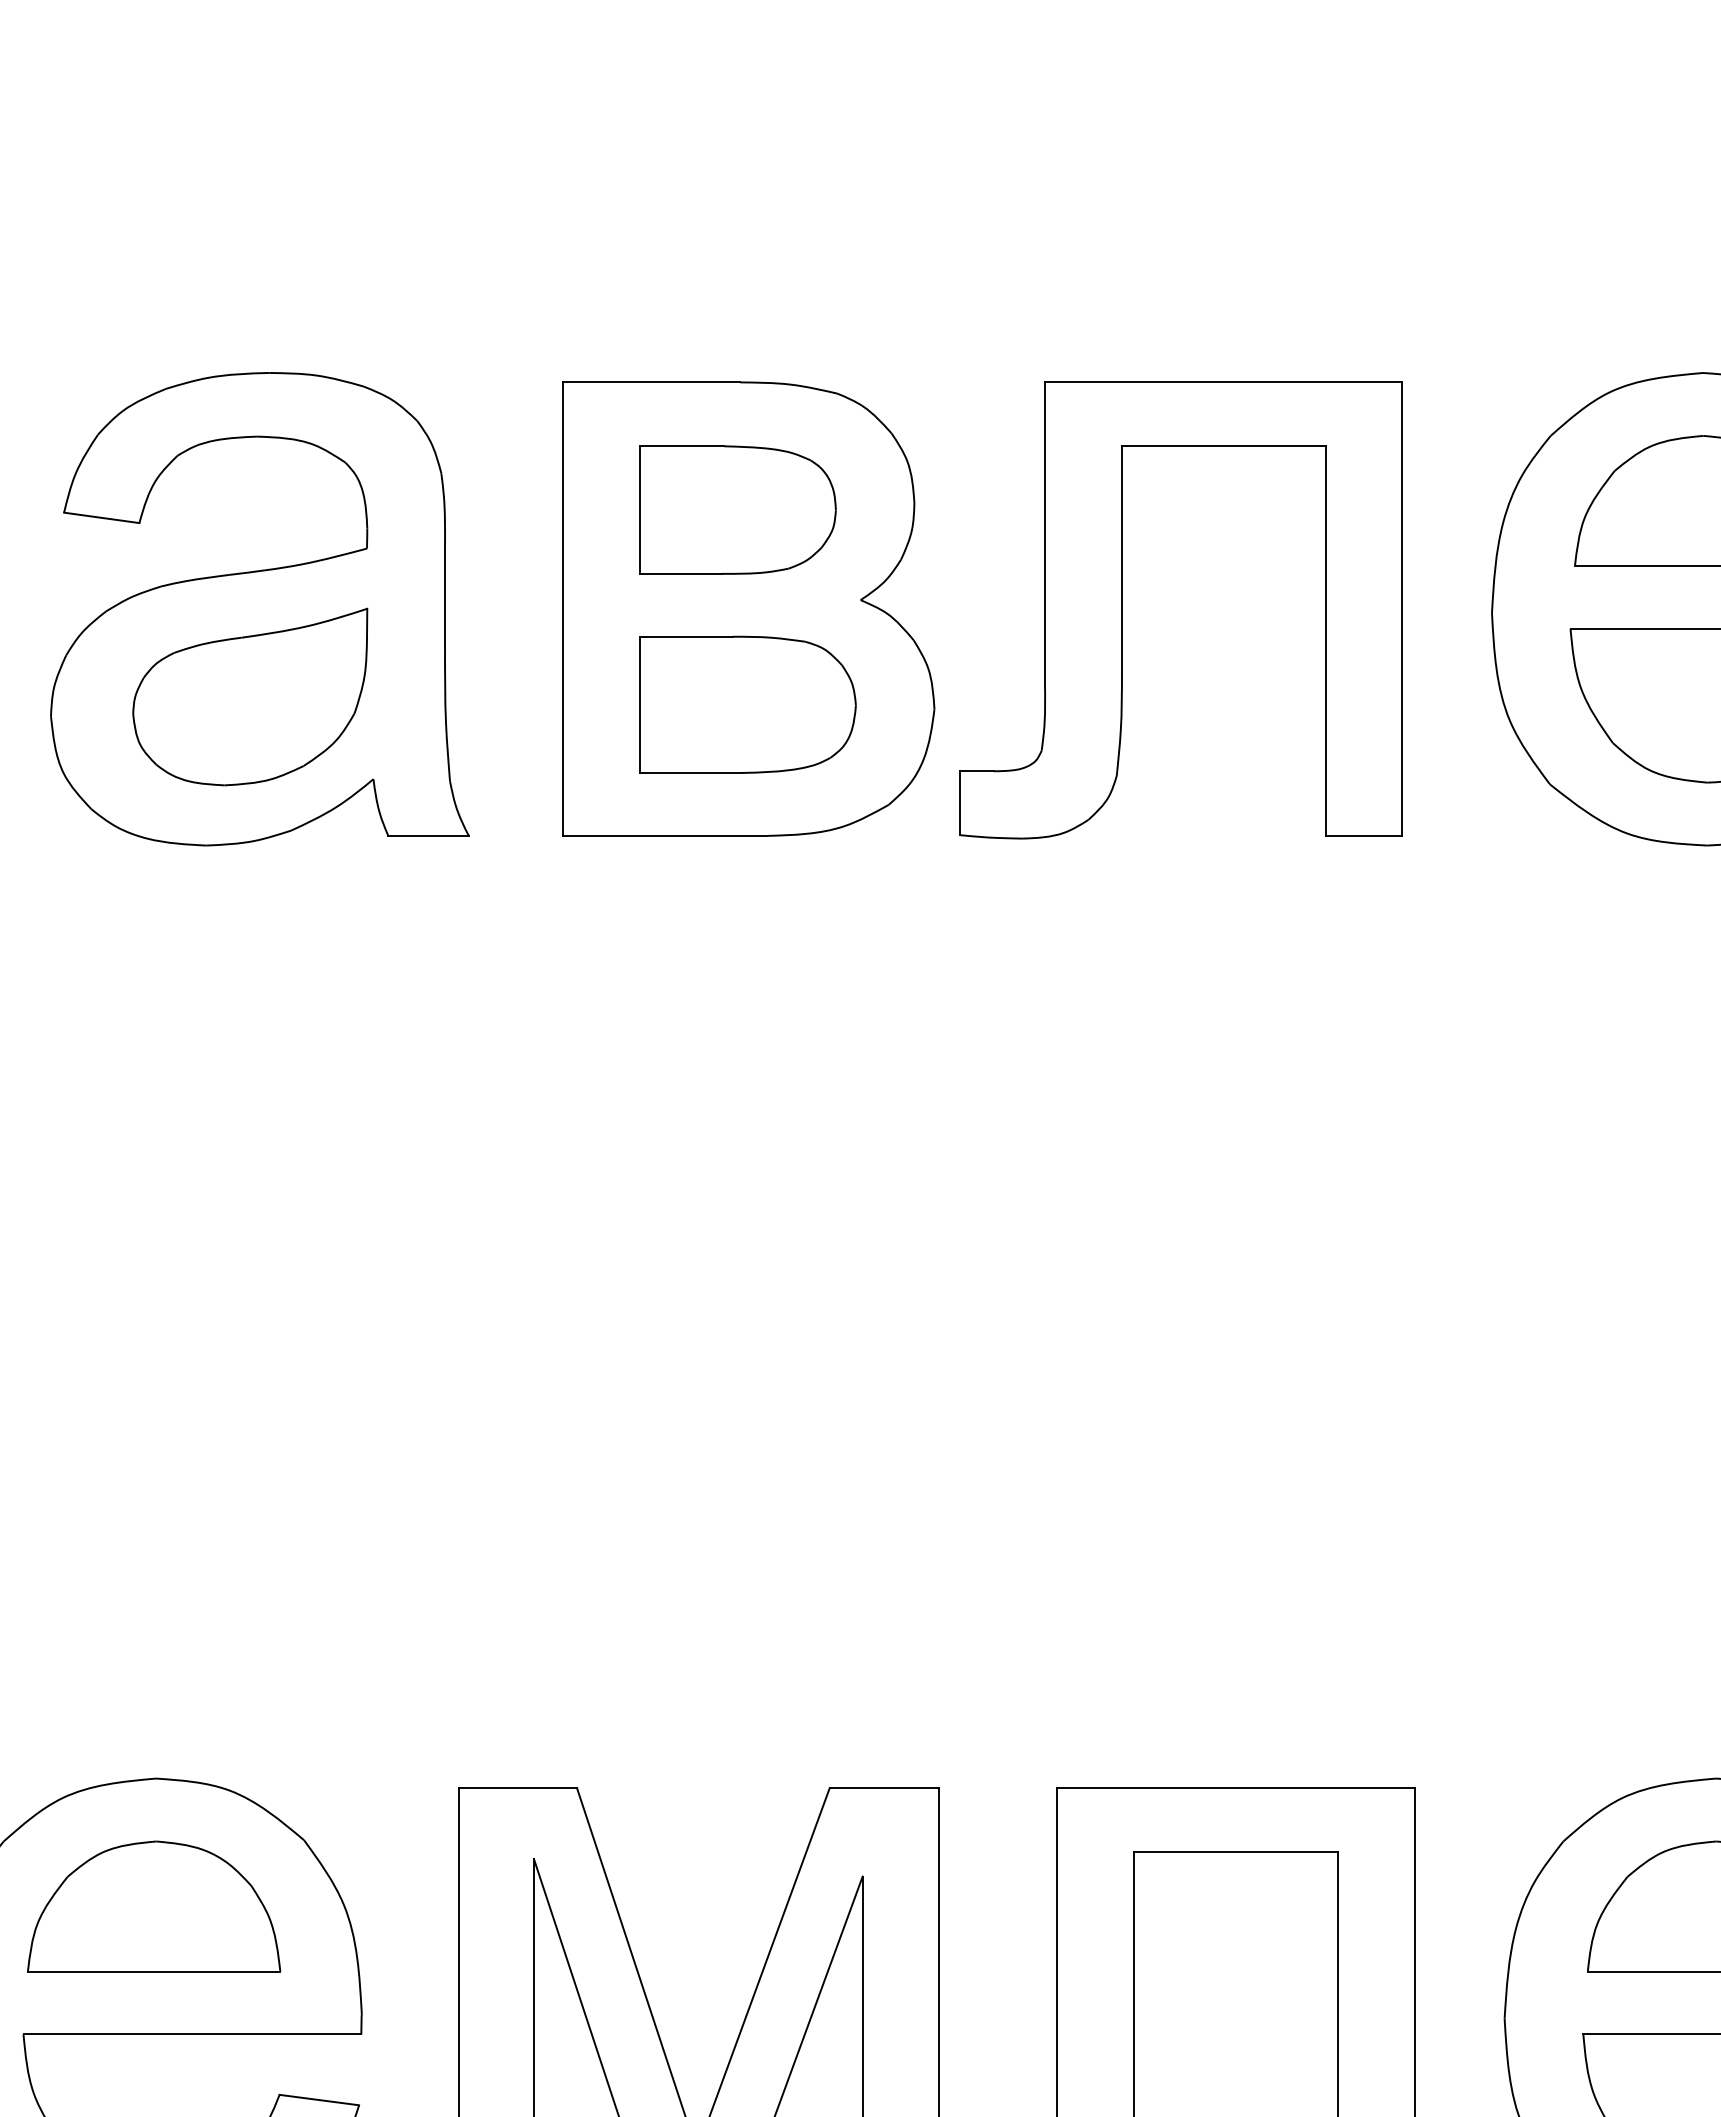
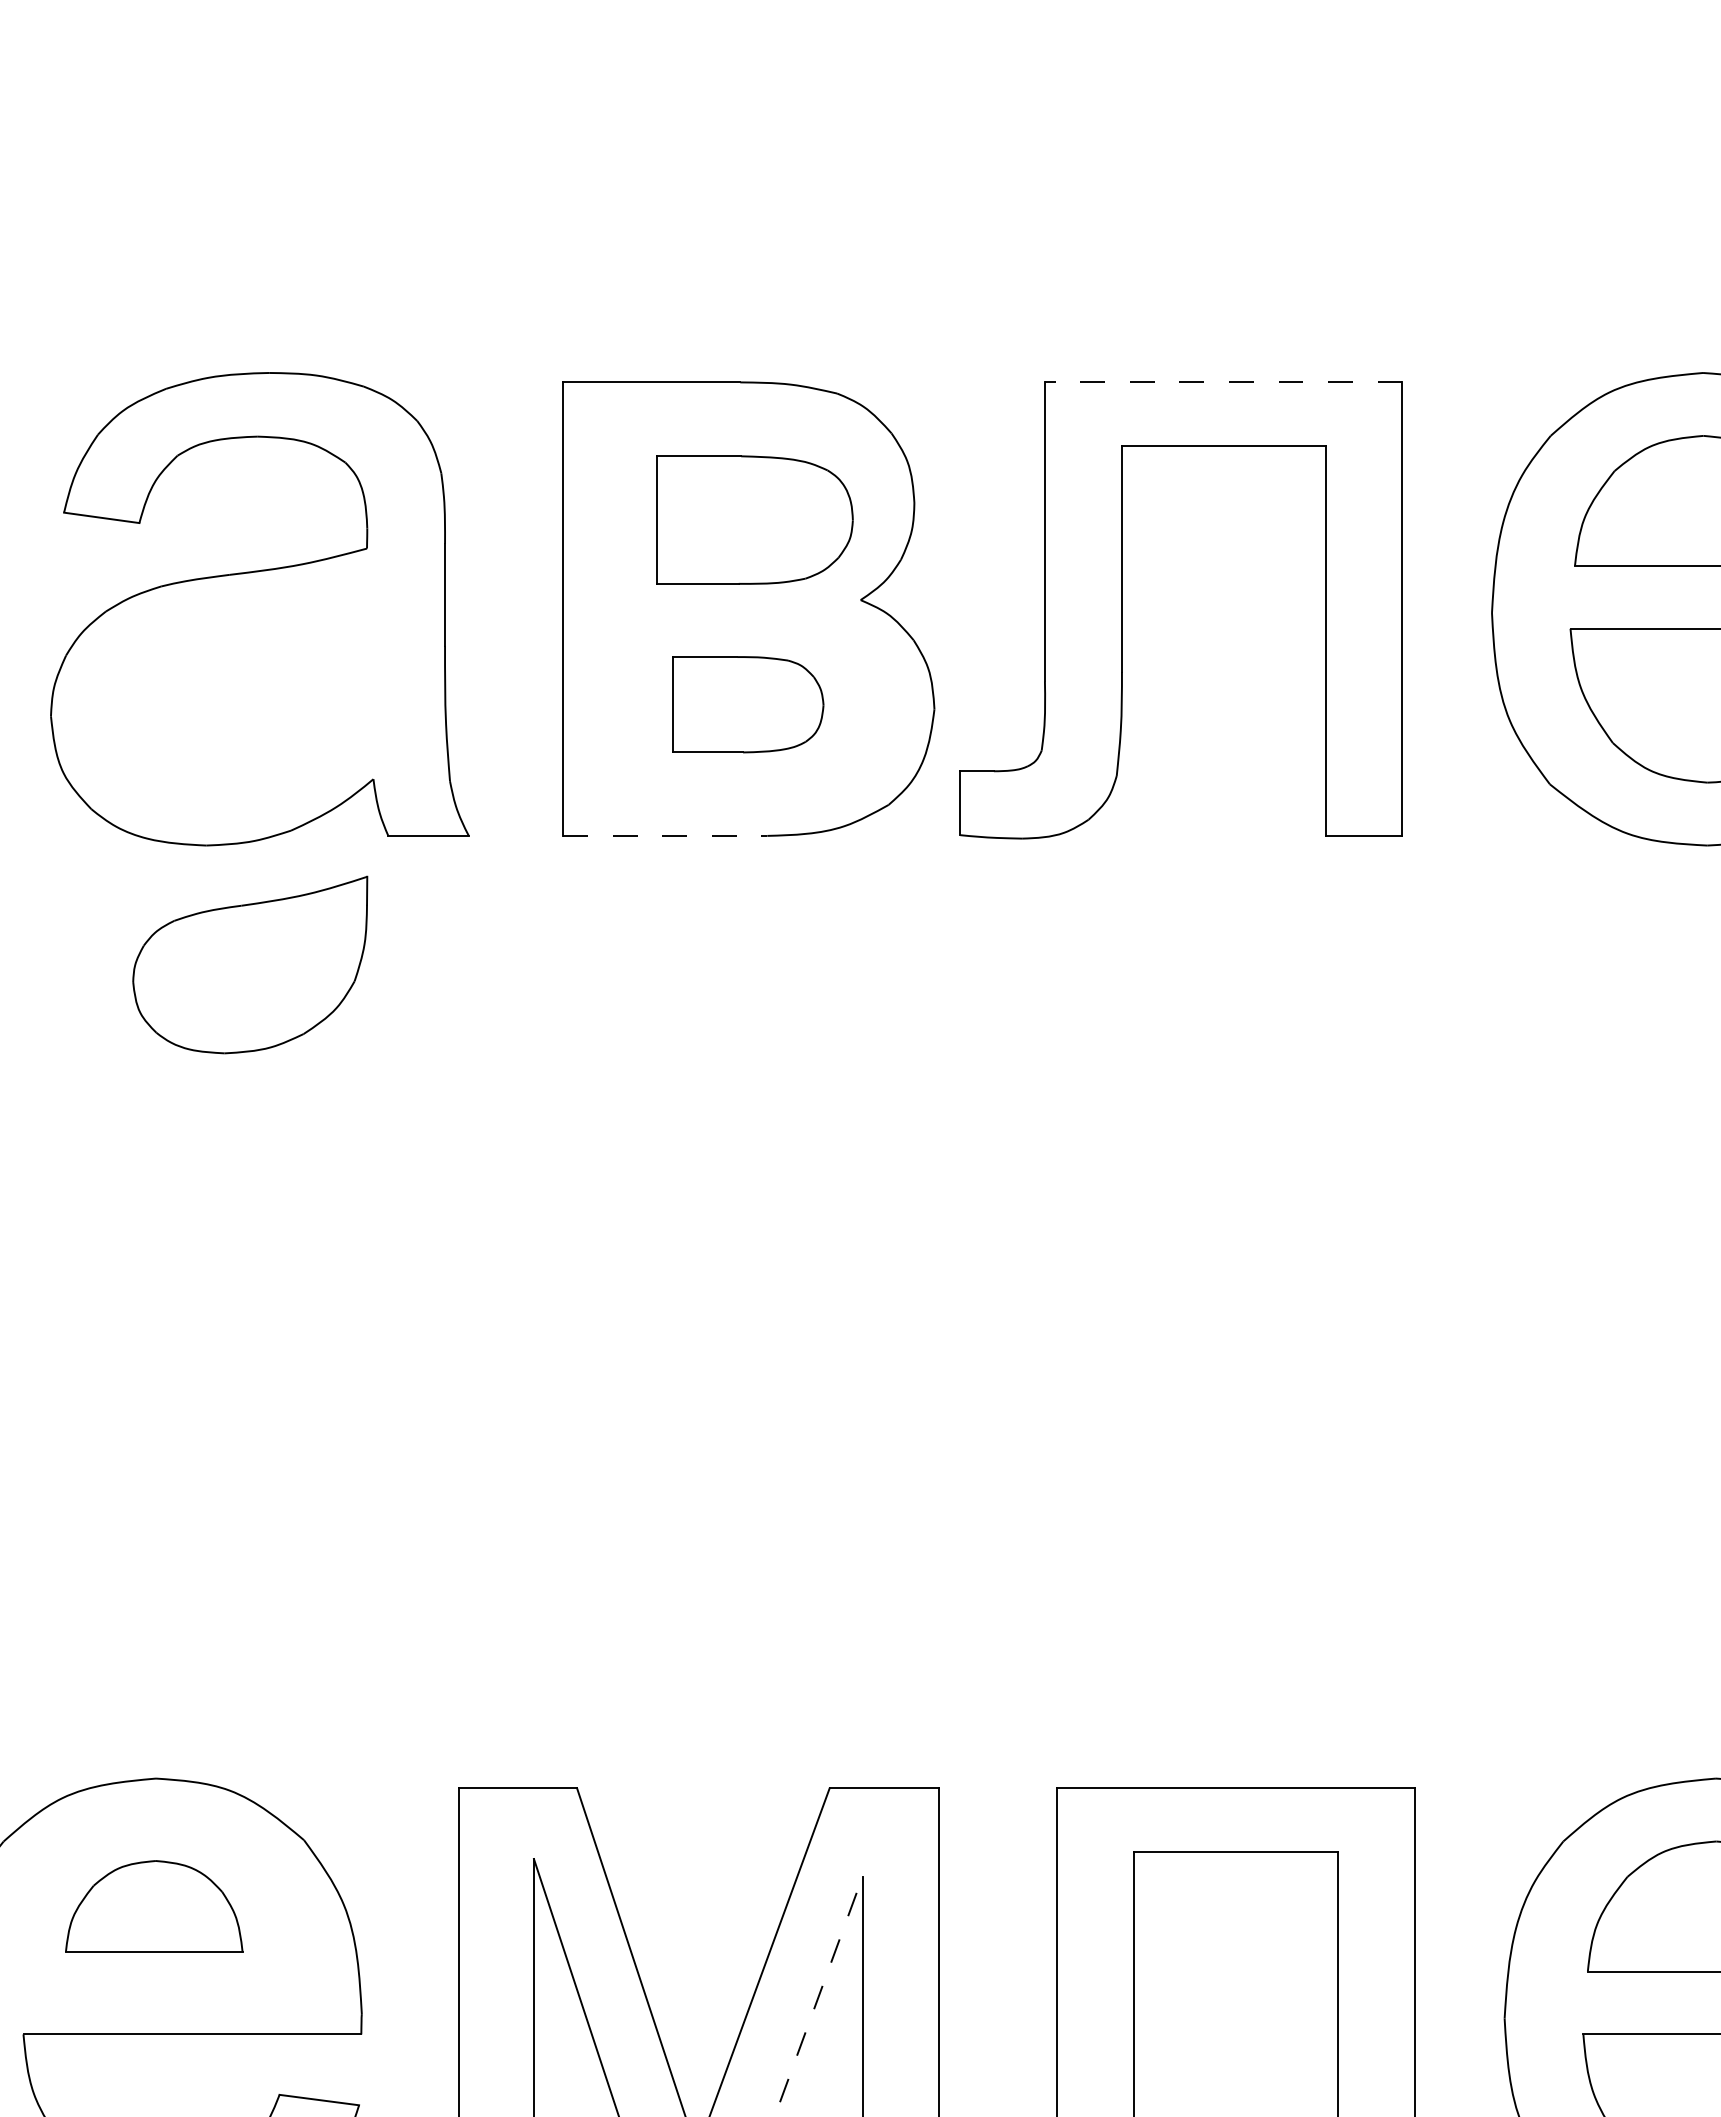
line at (1223, 382): solid -> dashed
part at (737, 509) position: (737, 509) -> (754, 519)
part at (250, 696) position: (250, 696) -> (250, 964)
part at (747, 704) size: 218x139 px -> 153x98 px
line at (665, 835): solid -> dashed
part at (154, 1906) size: 255x133 px -> 179x93 px
line at (818, 1996): solid -> dashed
